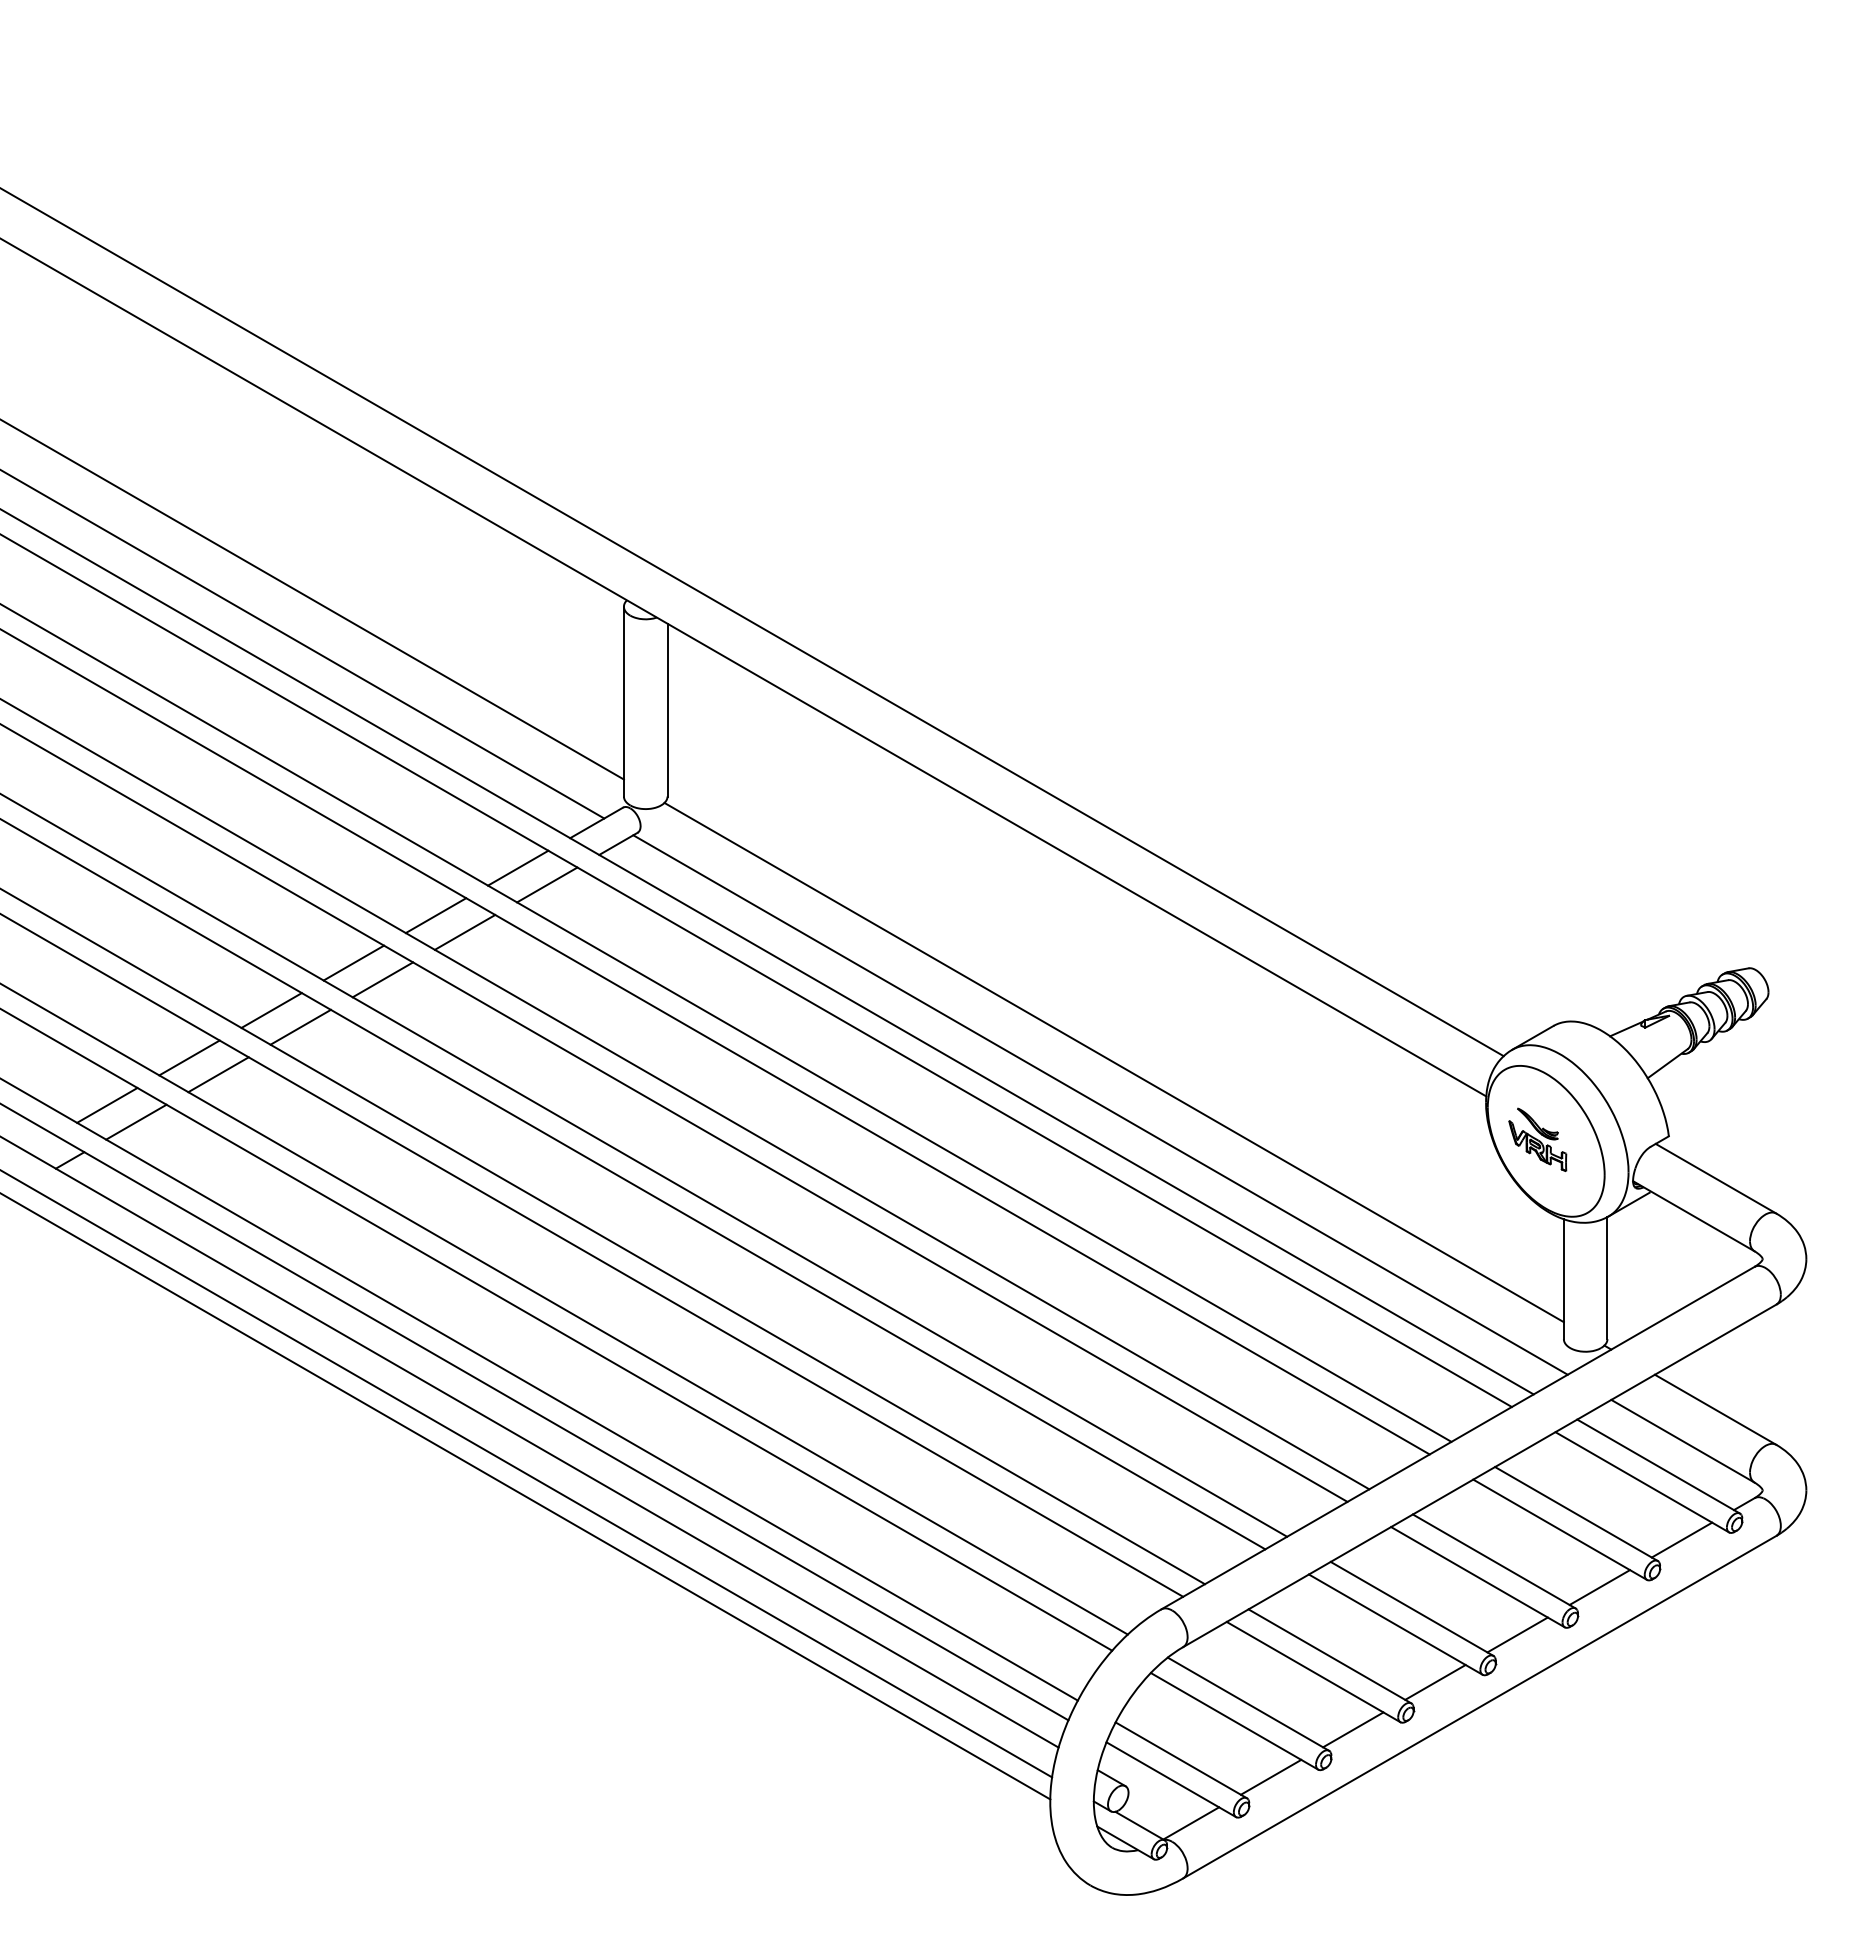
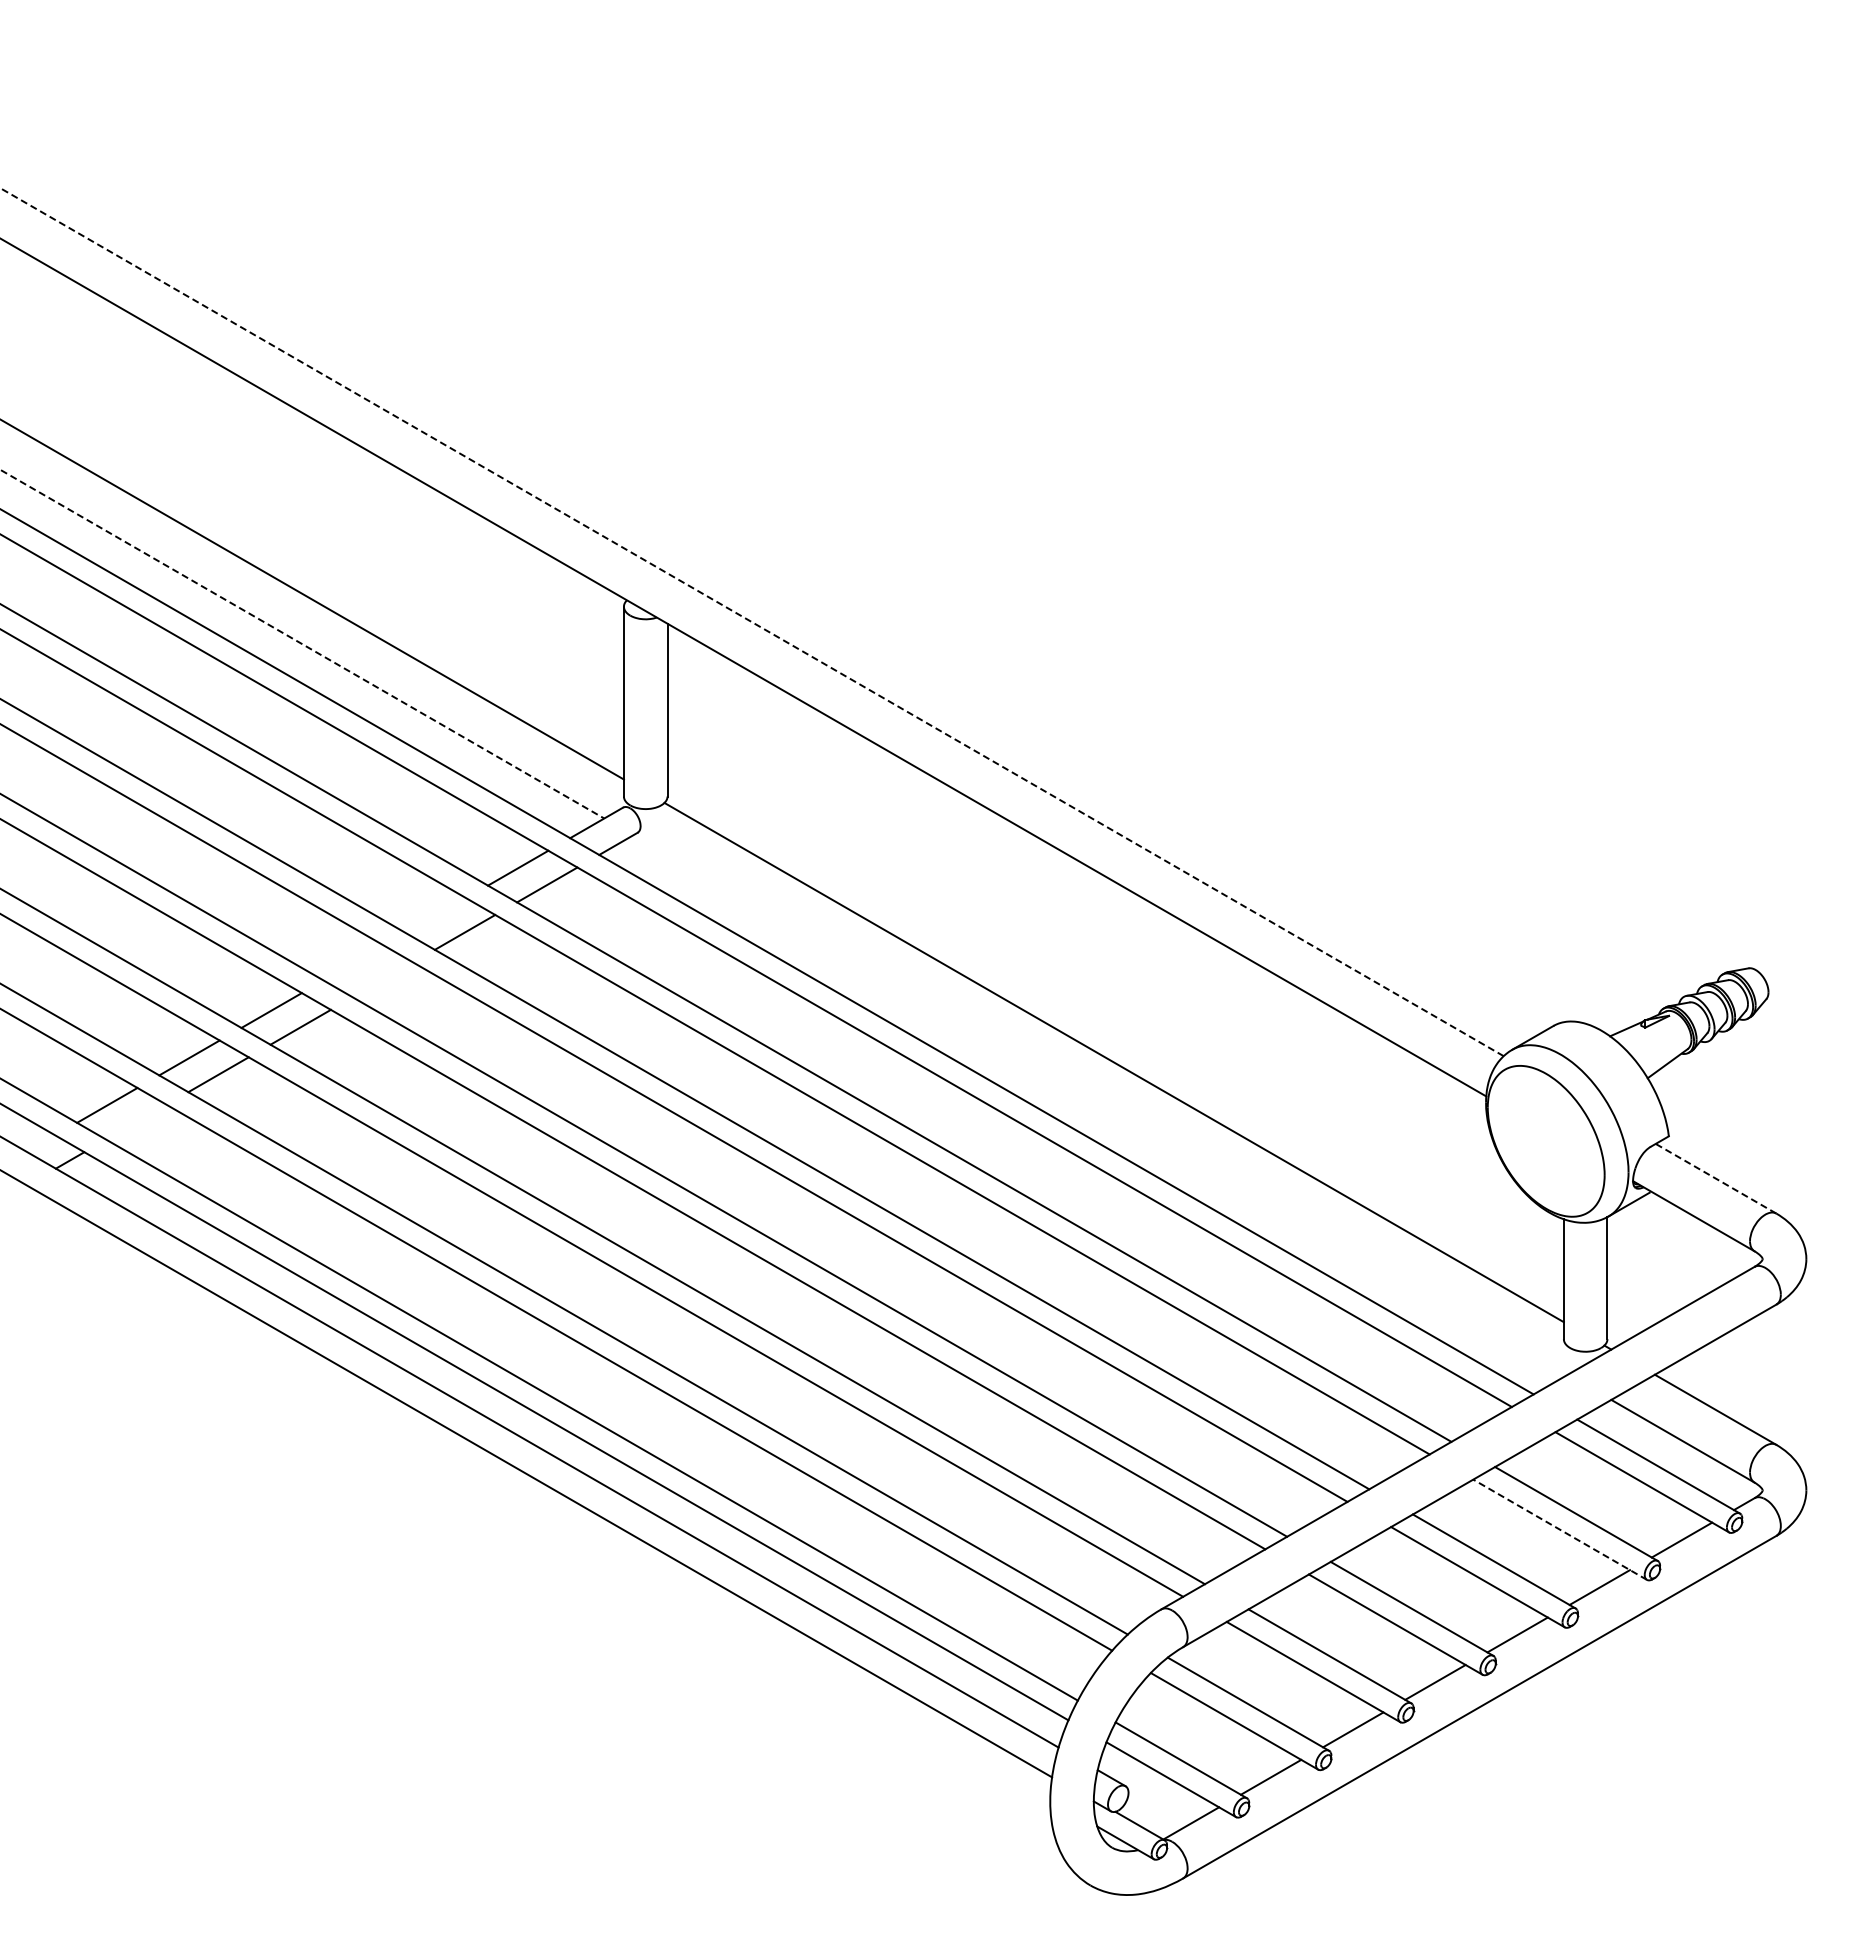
line at (751, 621): solid -> dashed
line at (303, 644): solid -> dashed
line at (435, 915): present -> none
line at (353, 962): present -> none
line at (382, 979): present -> none
line at (1100, 1104): present -> none
line at (136, 1121): present -> none
part at (1537, 1139): present -> none
line at (1716, 1178): solid -> dashed
line at (526, 1496): present -> none
line at (1559, 1529): solid -> dashed
